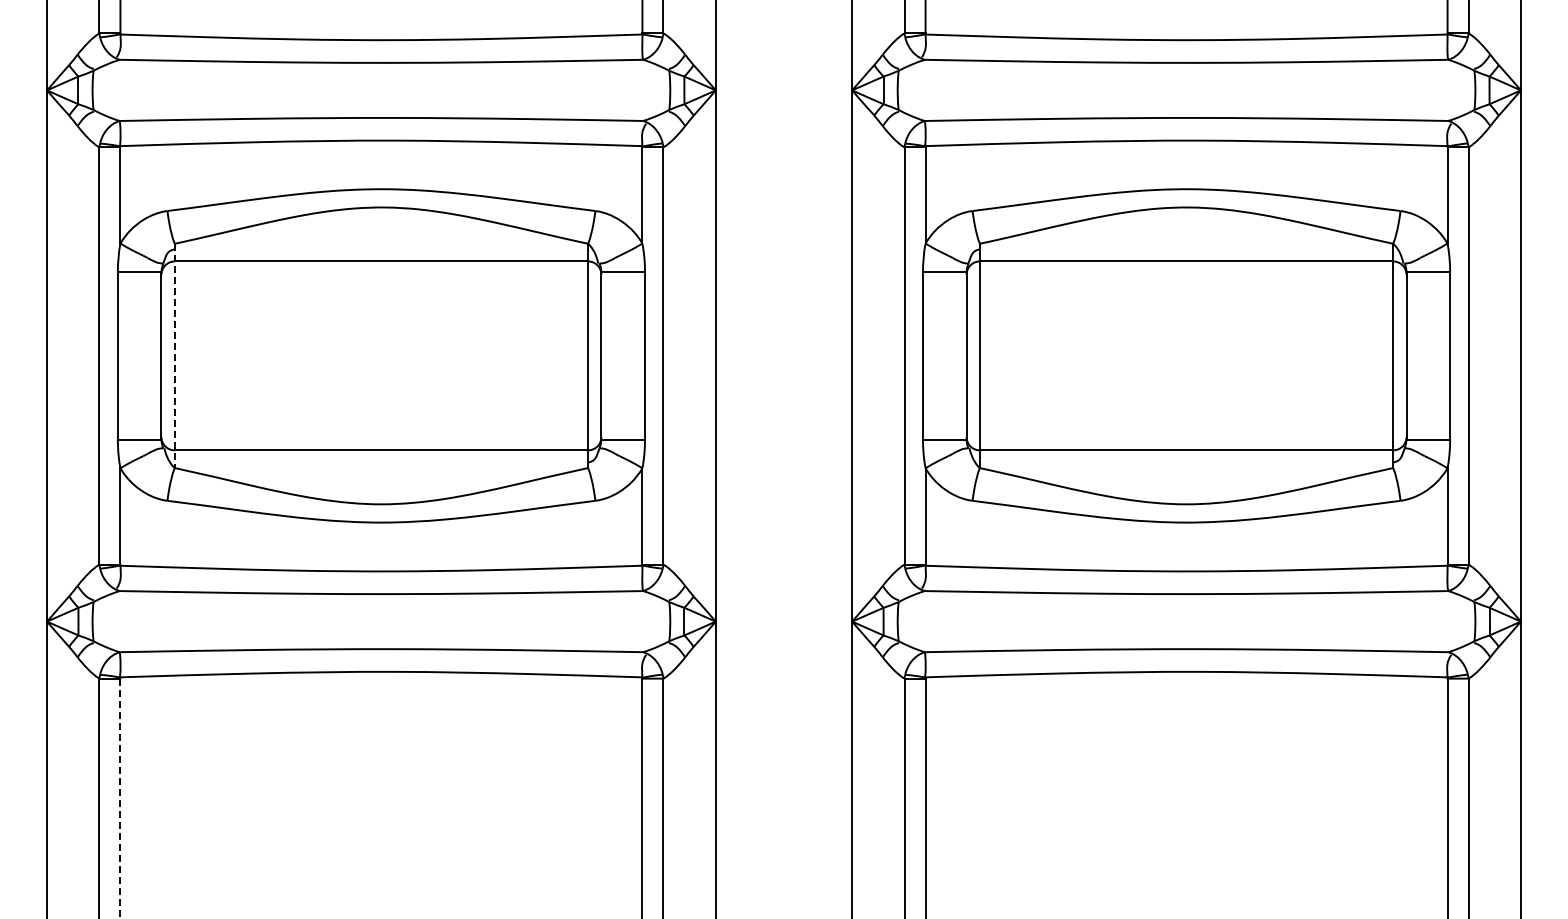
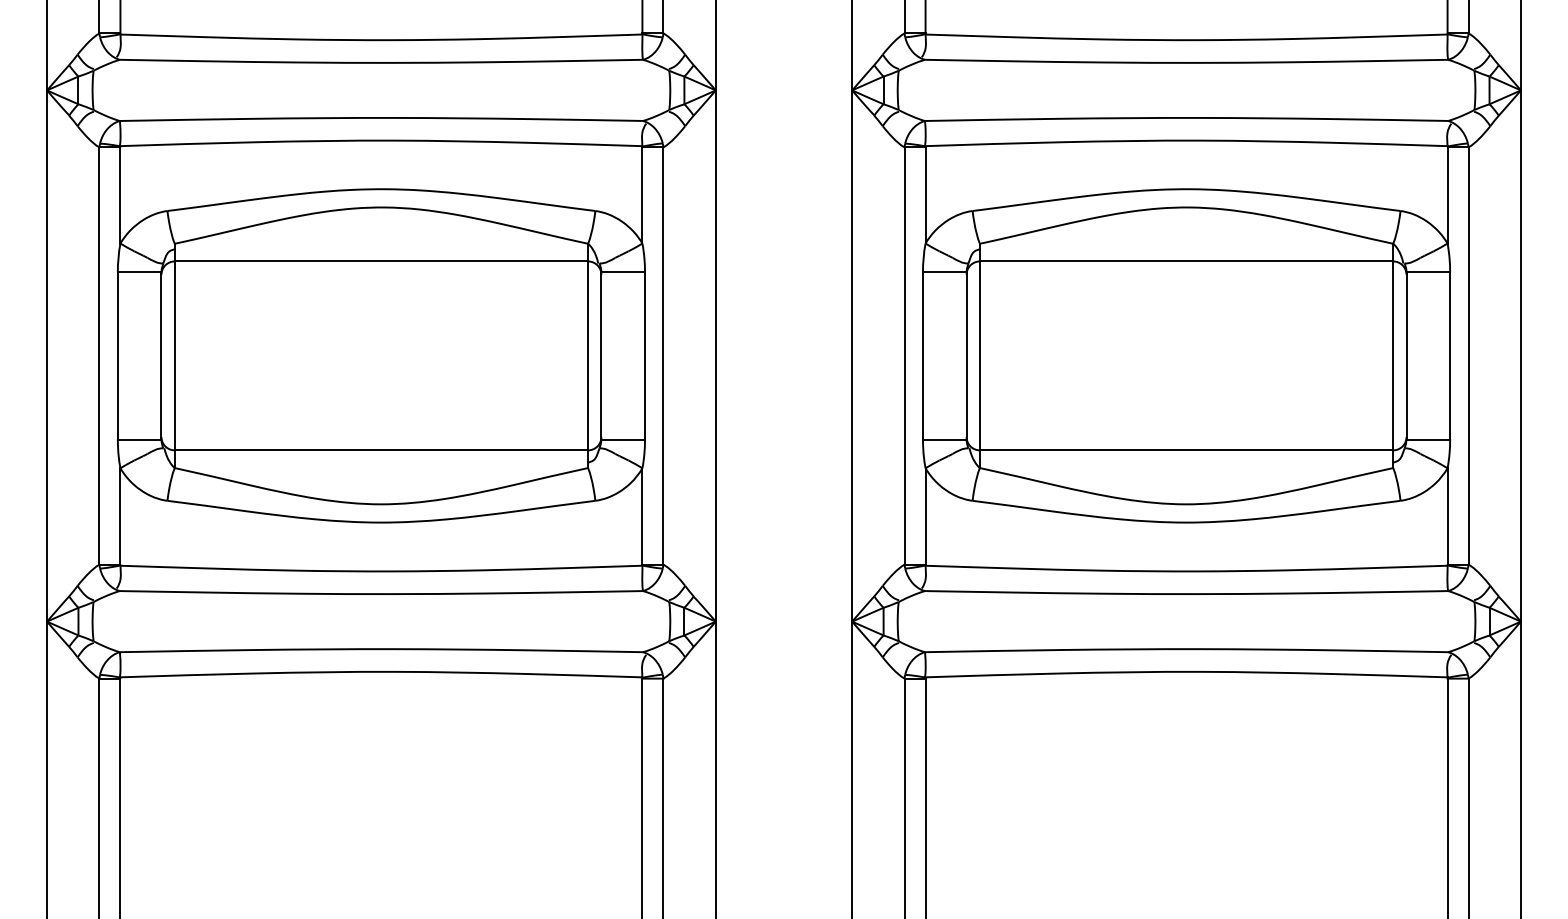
line at (174, 356): dashed -> solid
line at (120, 798): dashed -> solid
